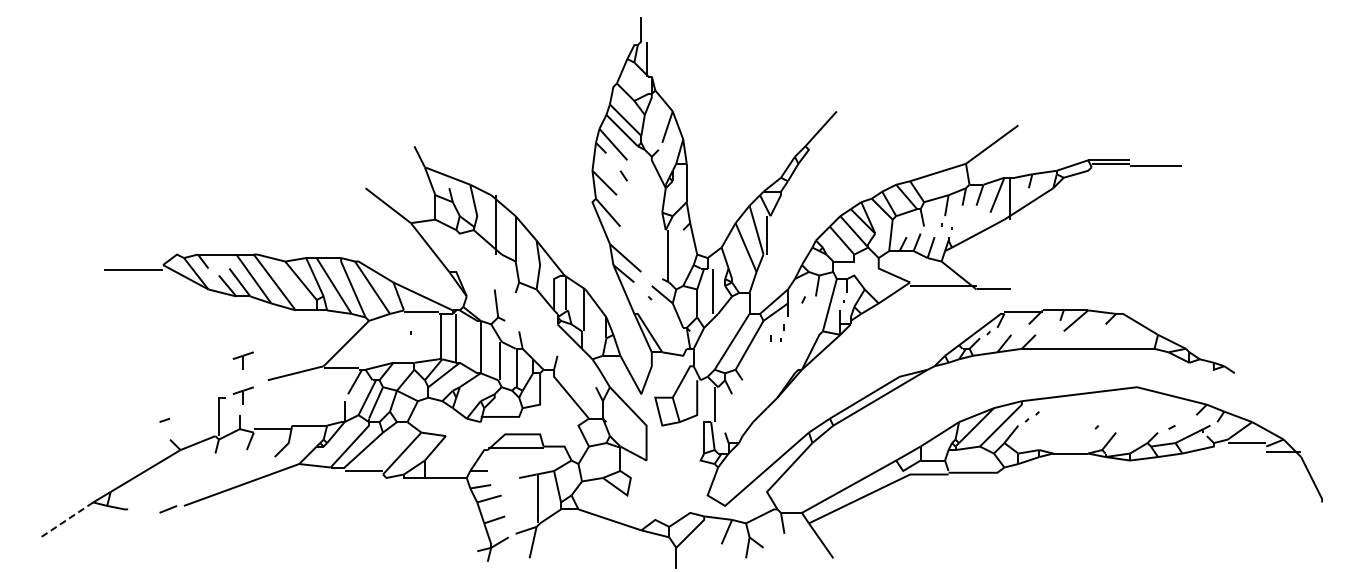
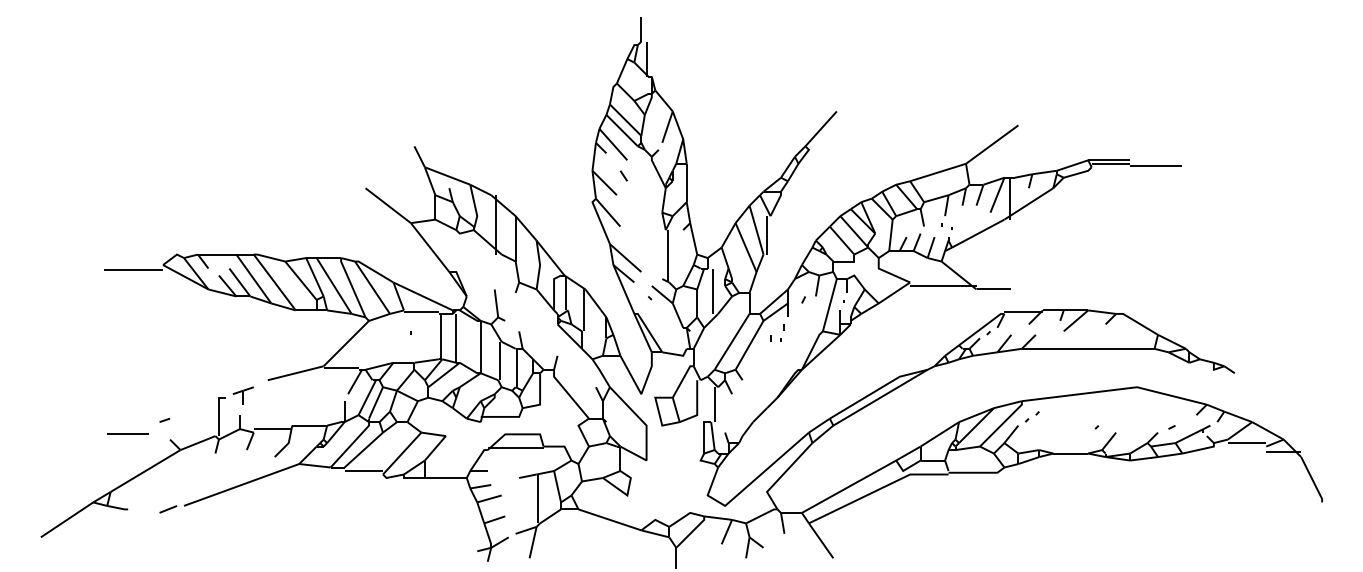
part at (242, 360): present -> none
line at (127, 433): none -> present
line at (66, 520): dashed -> solid
